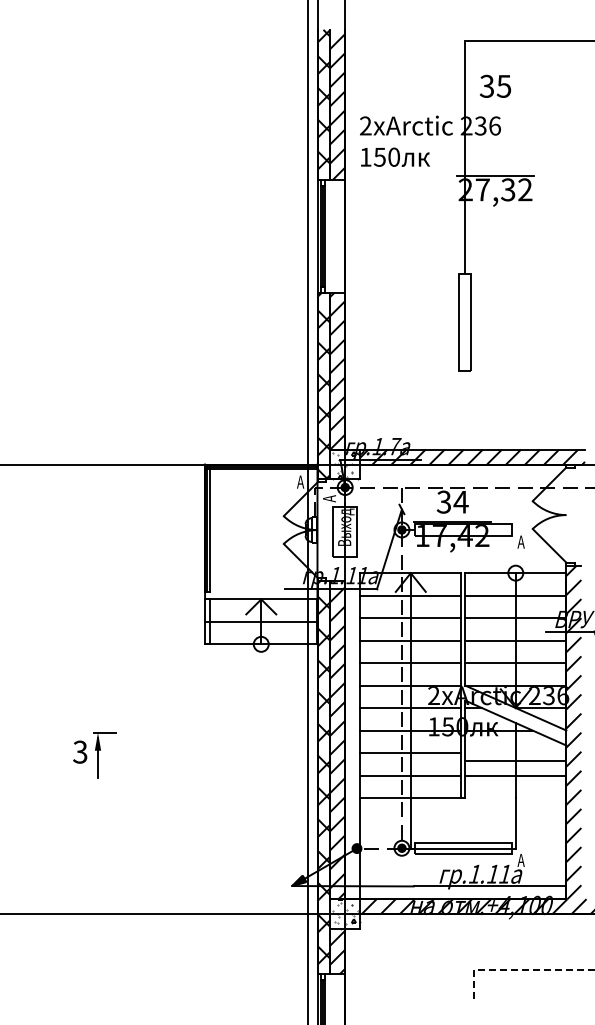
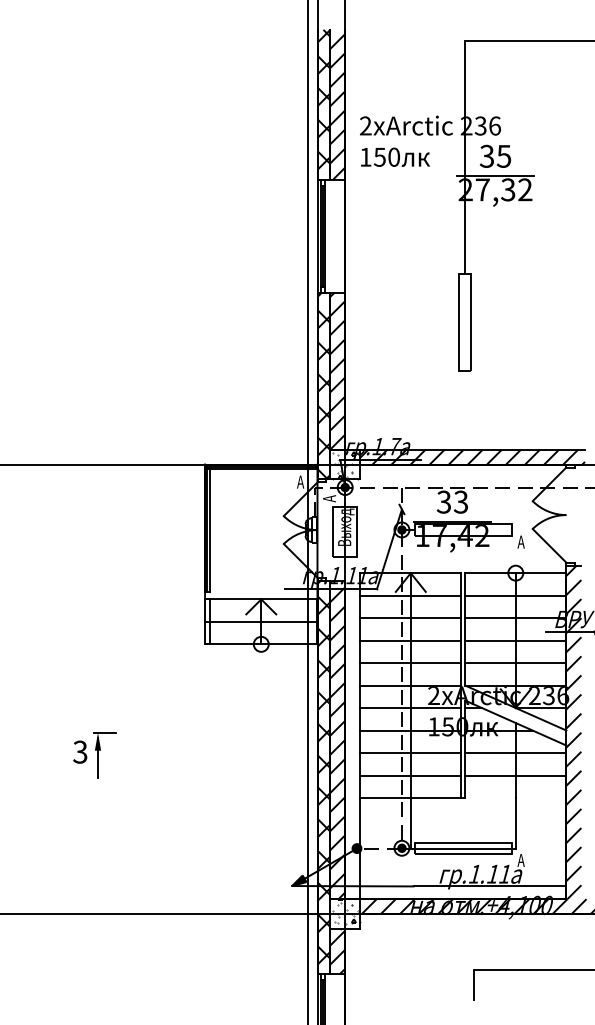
text at (495, 85) position: (495, 85) -> (495, 155)
text at (460, 501): 34 -> 33
line at (515, 761) position: (515, 761) -> (515, 753)
line at (518, 970): dashed -> solid
